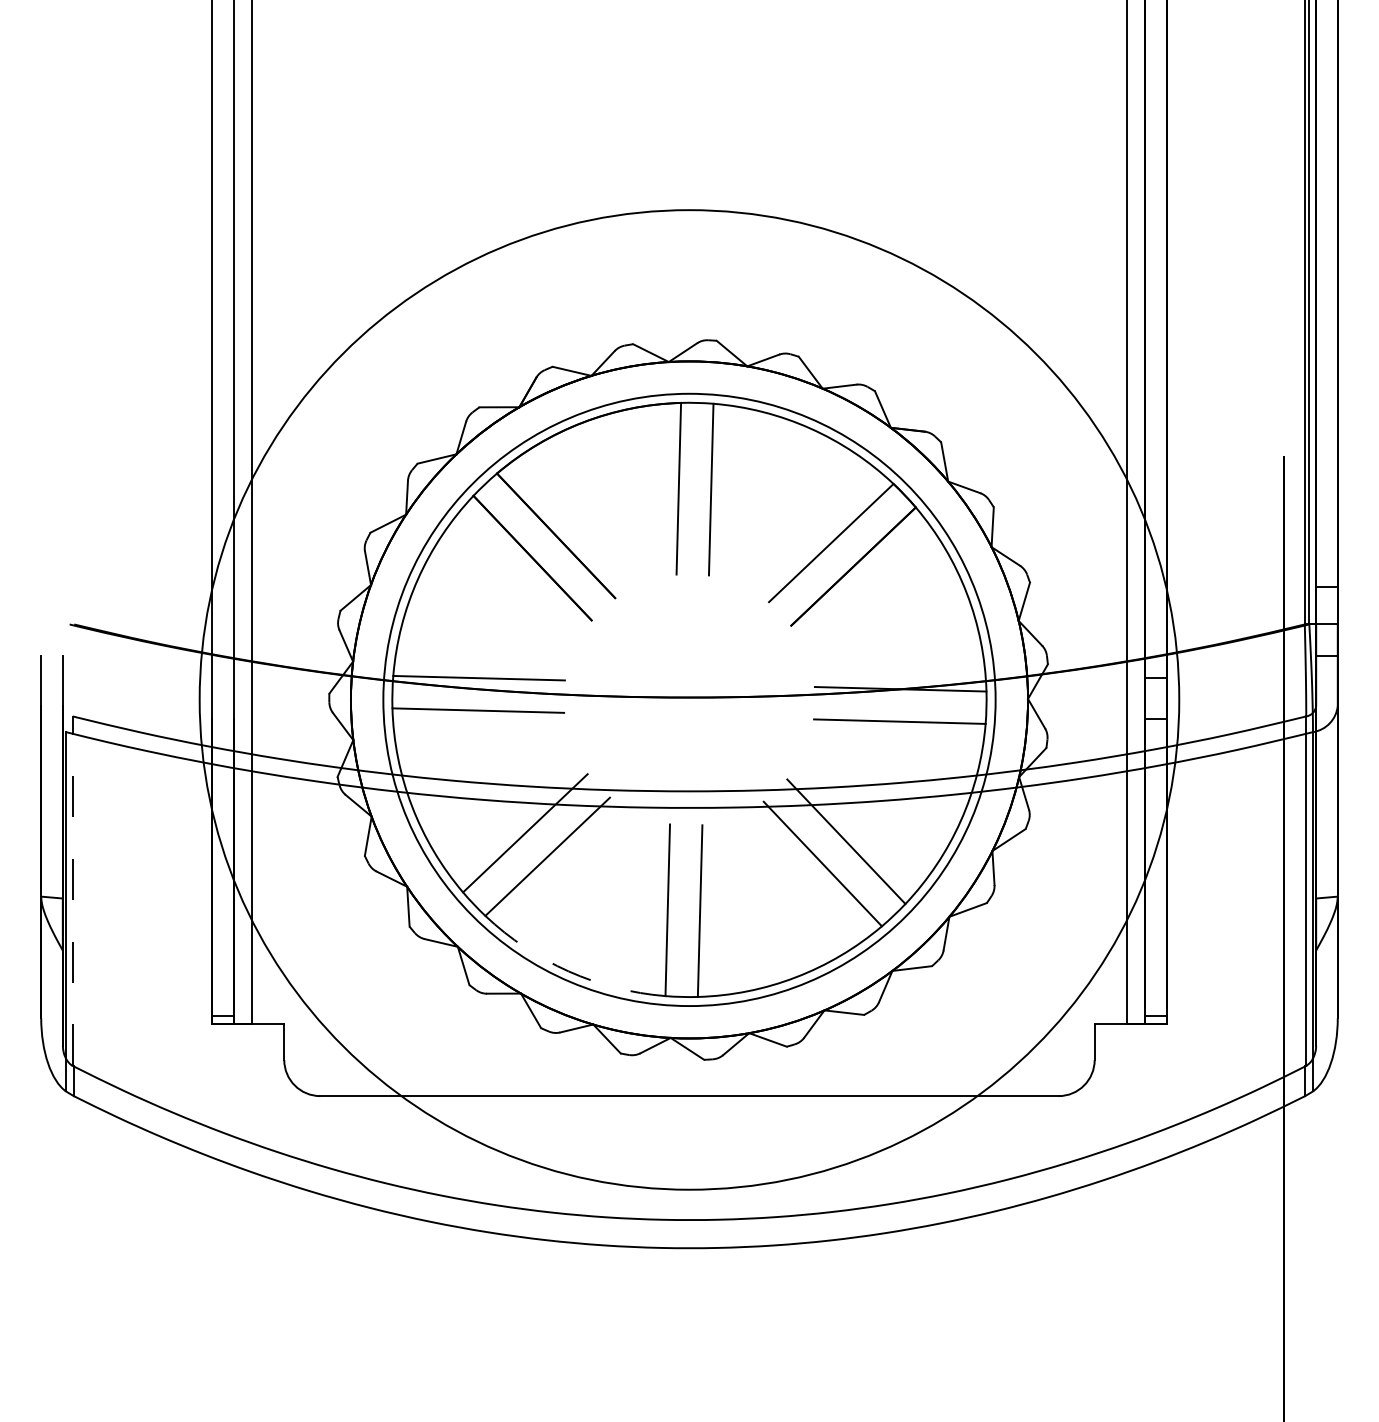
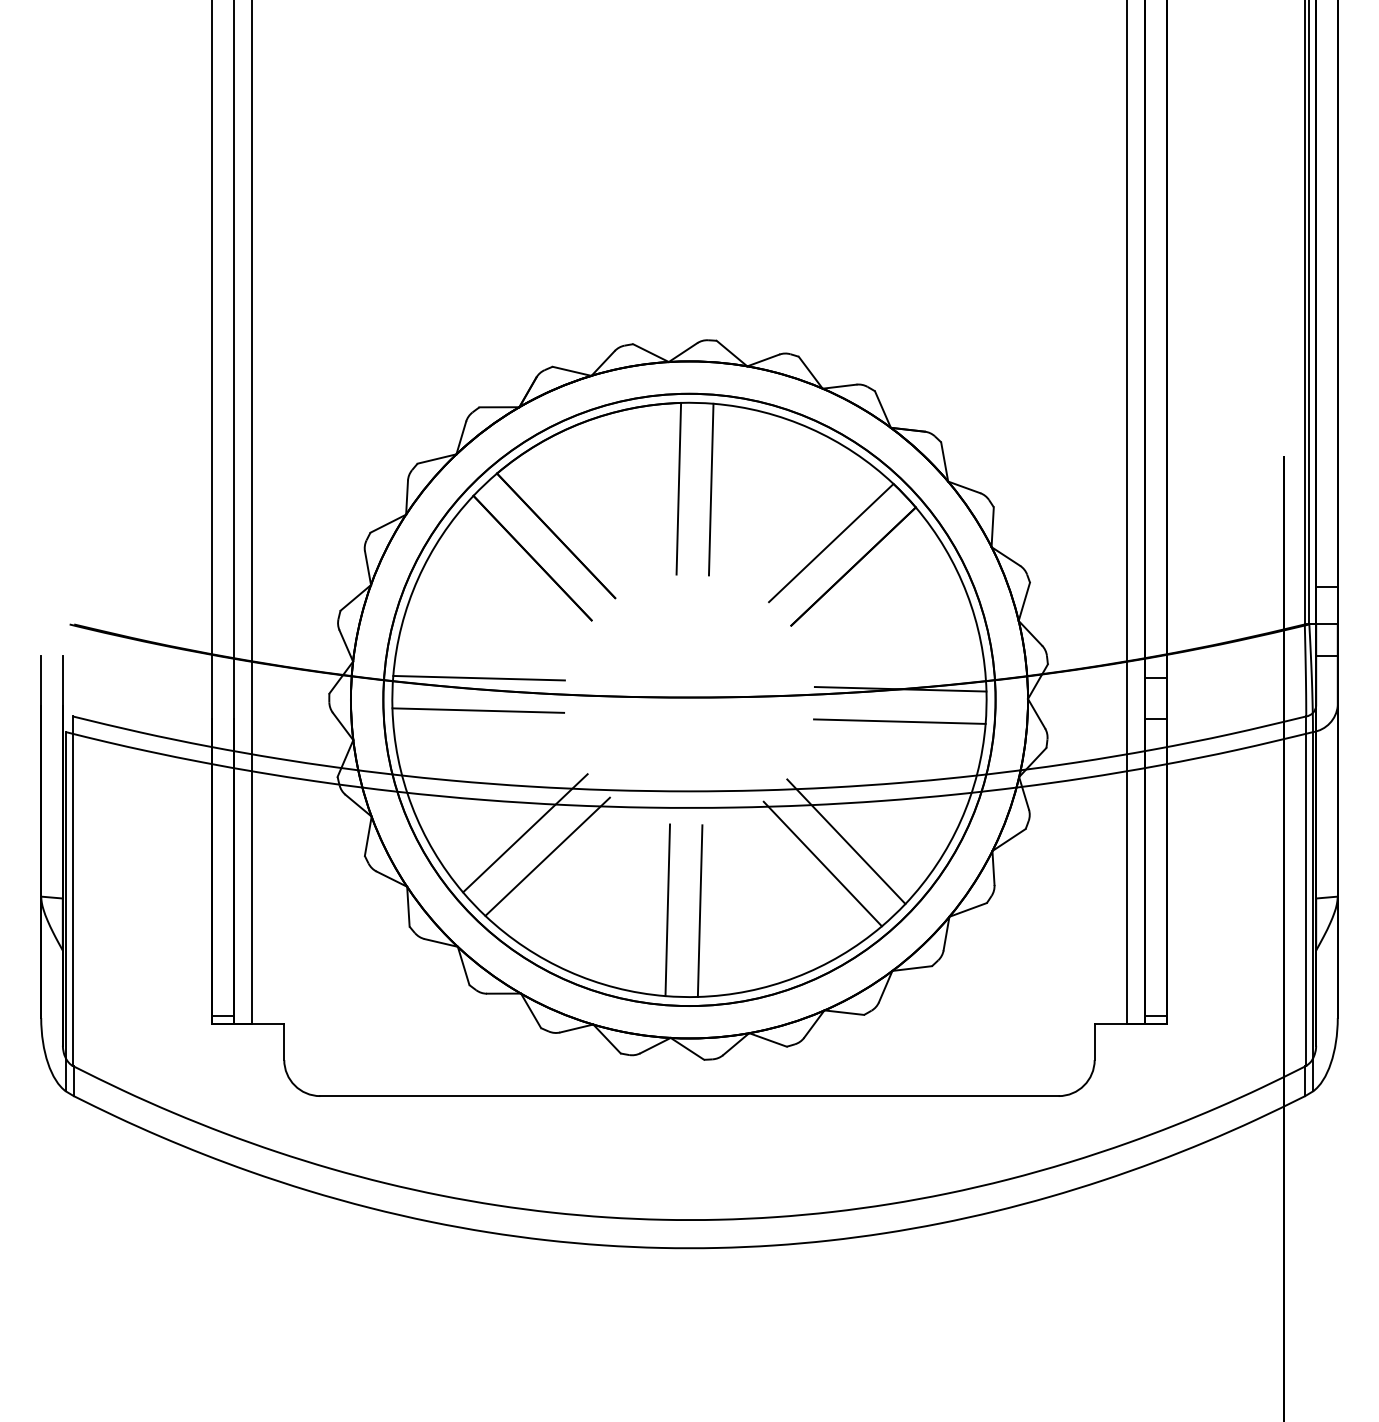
circle at (689, 699) diameter: 980 px -> 612 px
line at (72, 891): dashed -> solid
arc at (568, 971): dashed -> solid
